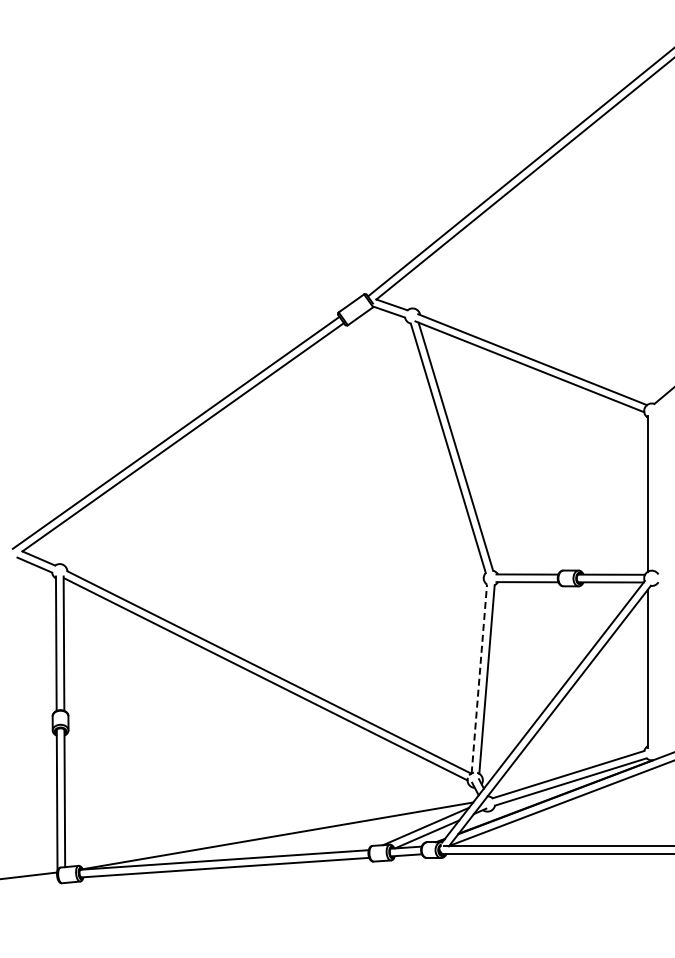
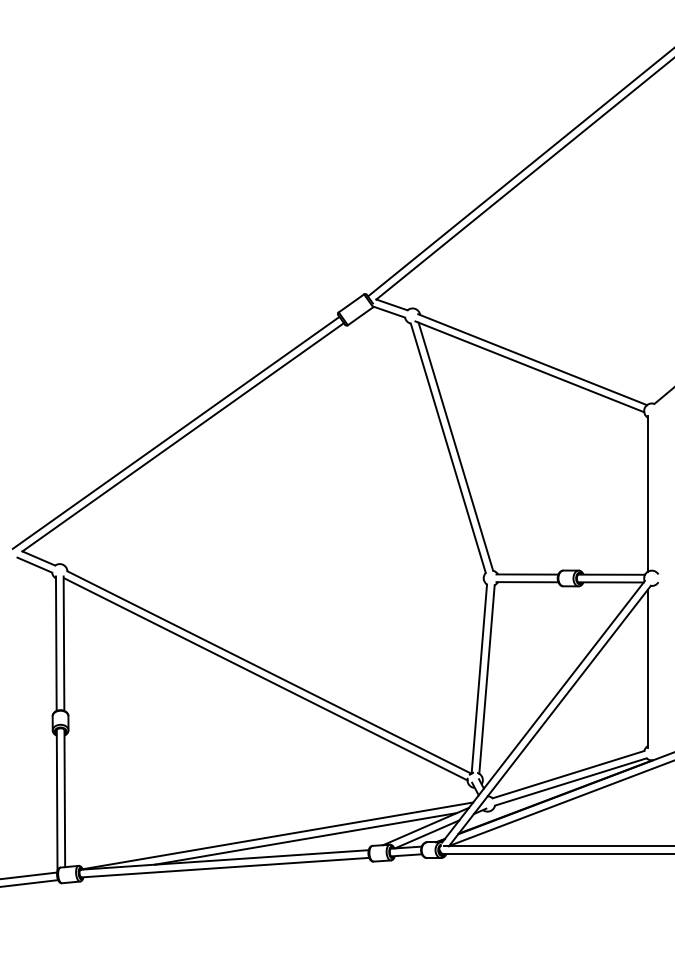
line at (479, 679): dashed -> solid
line at (305, 838): none -> present
line at (30, 883): none -> present
